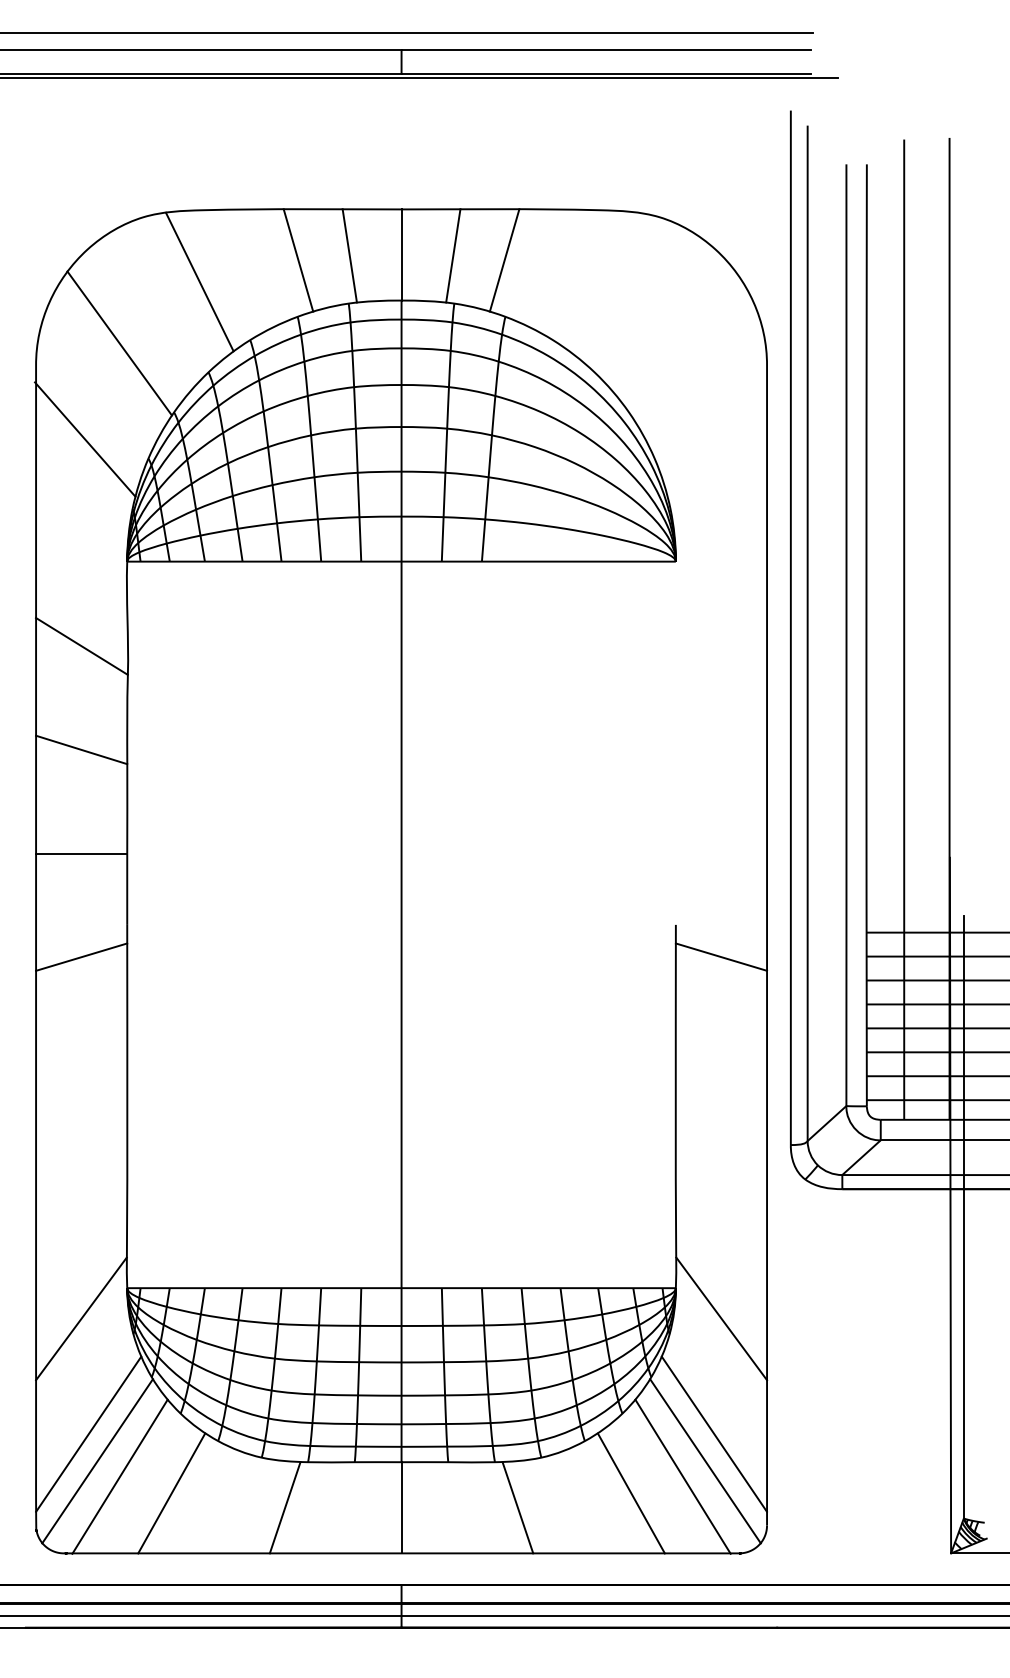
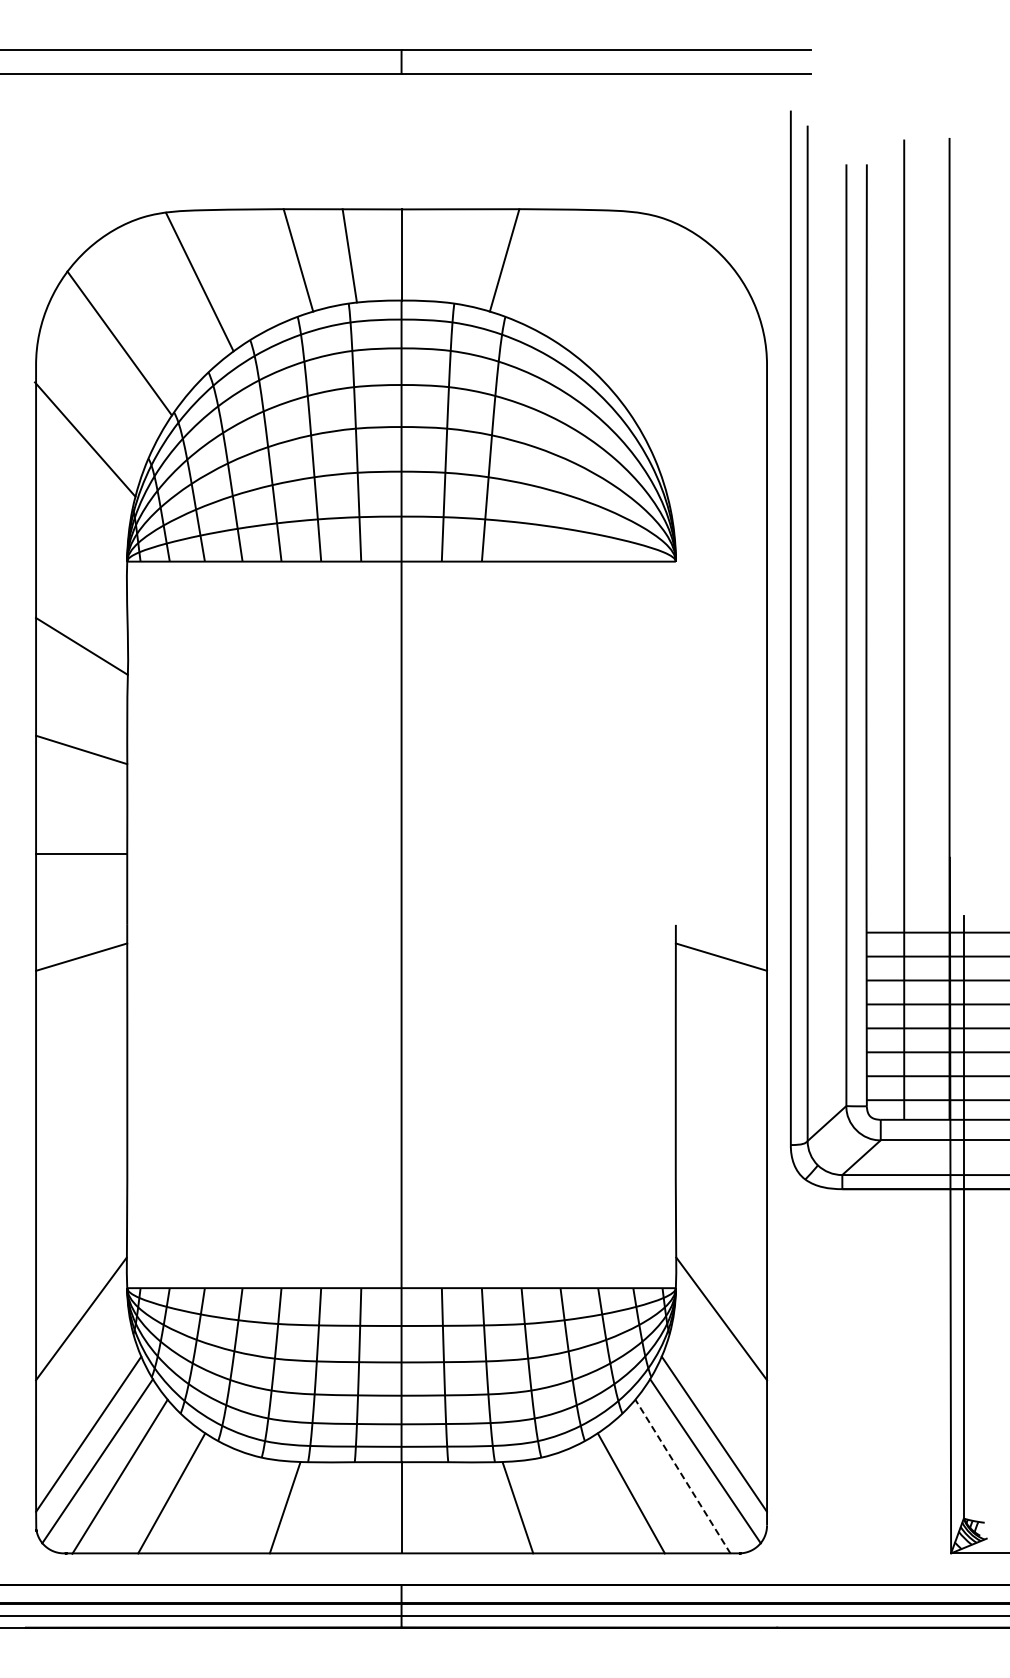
line at (407, 33): present -> none
line at (419, 77): present -> none
line at (453, 255): present -> none
line at (683, 1476): solid -> dashed
